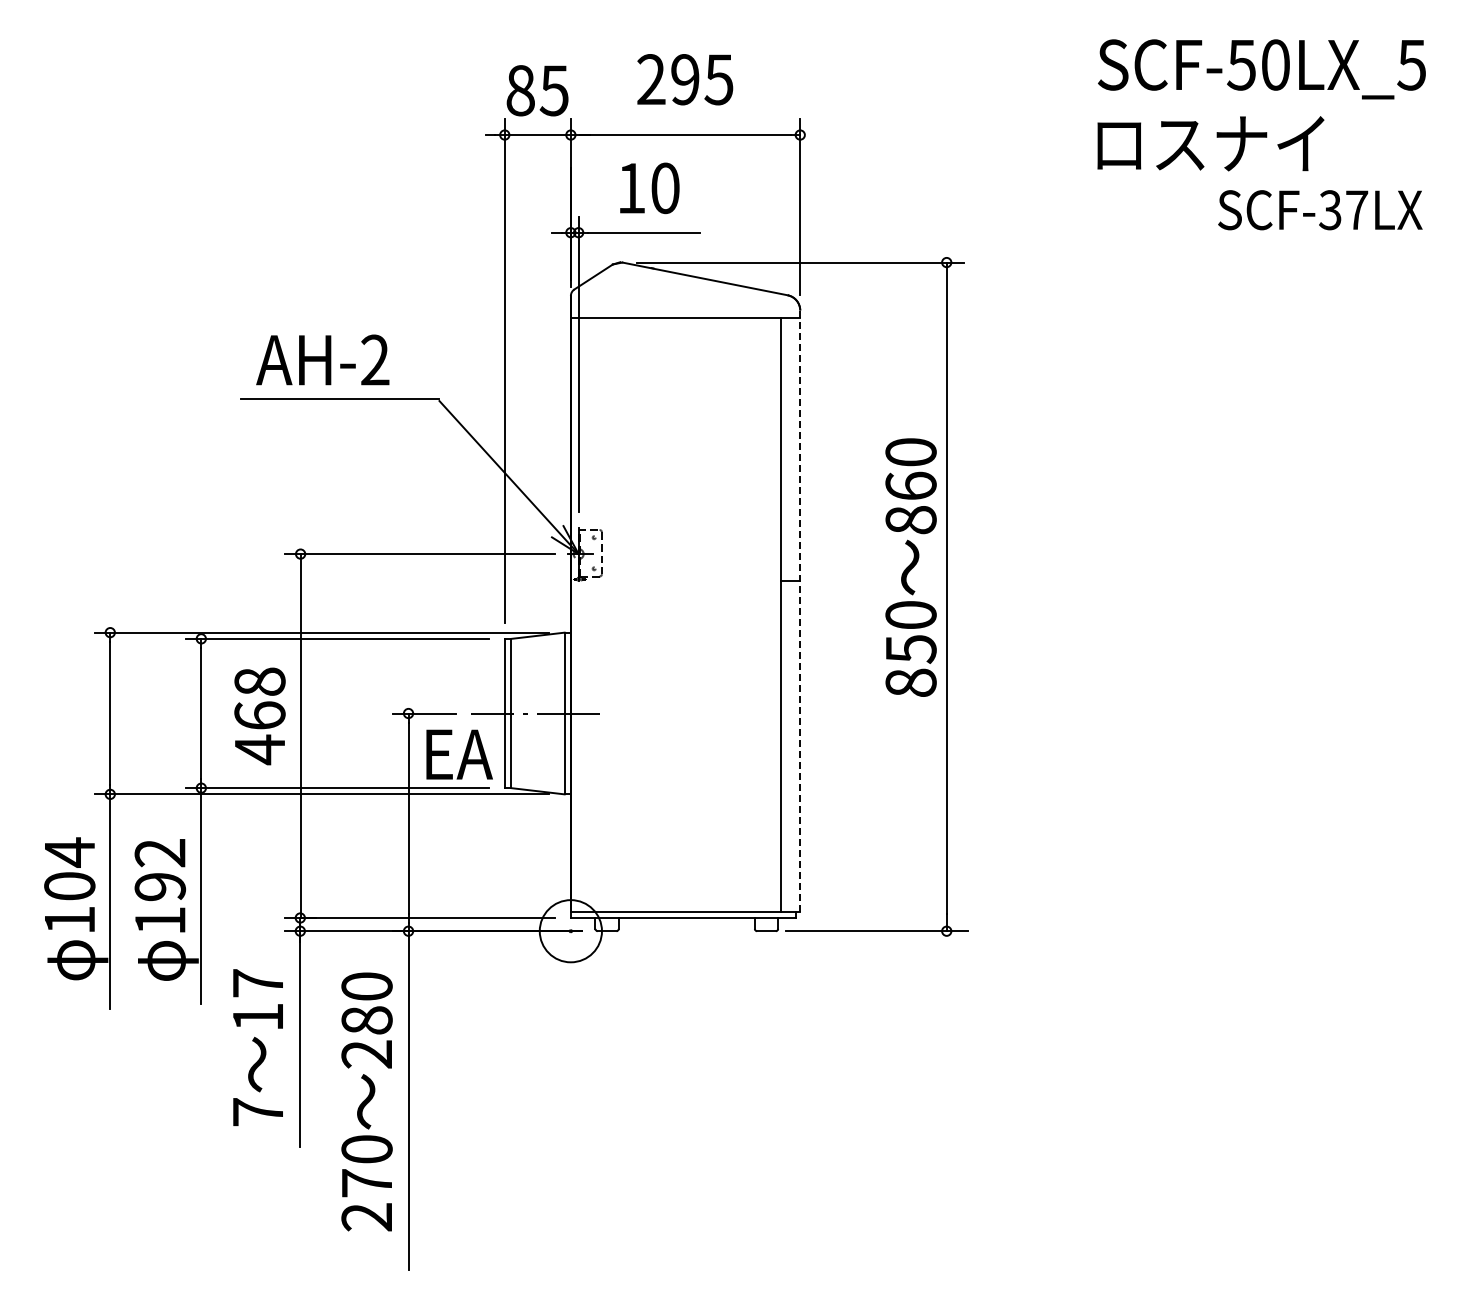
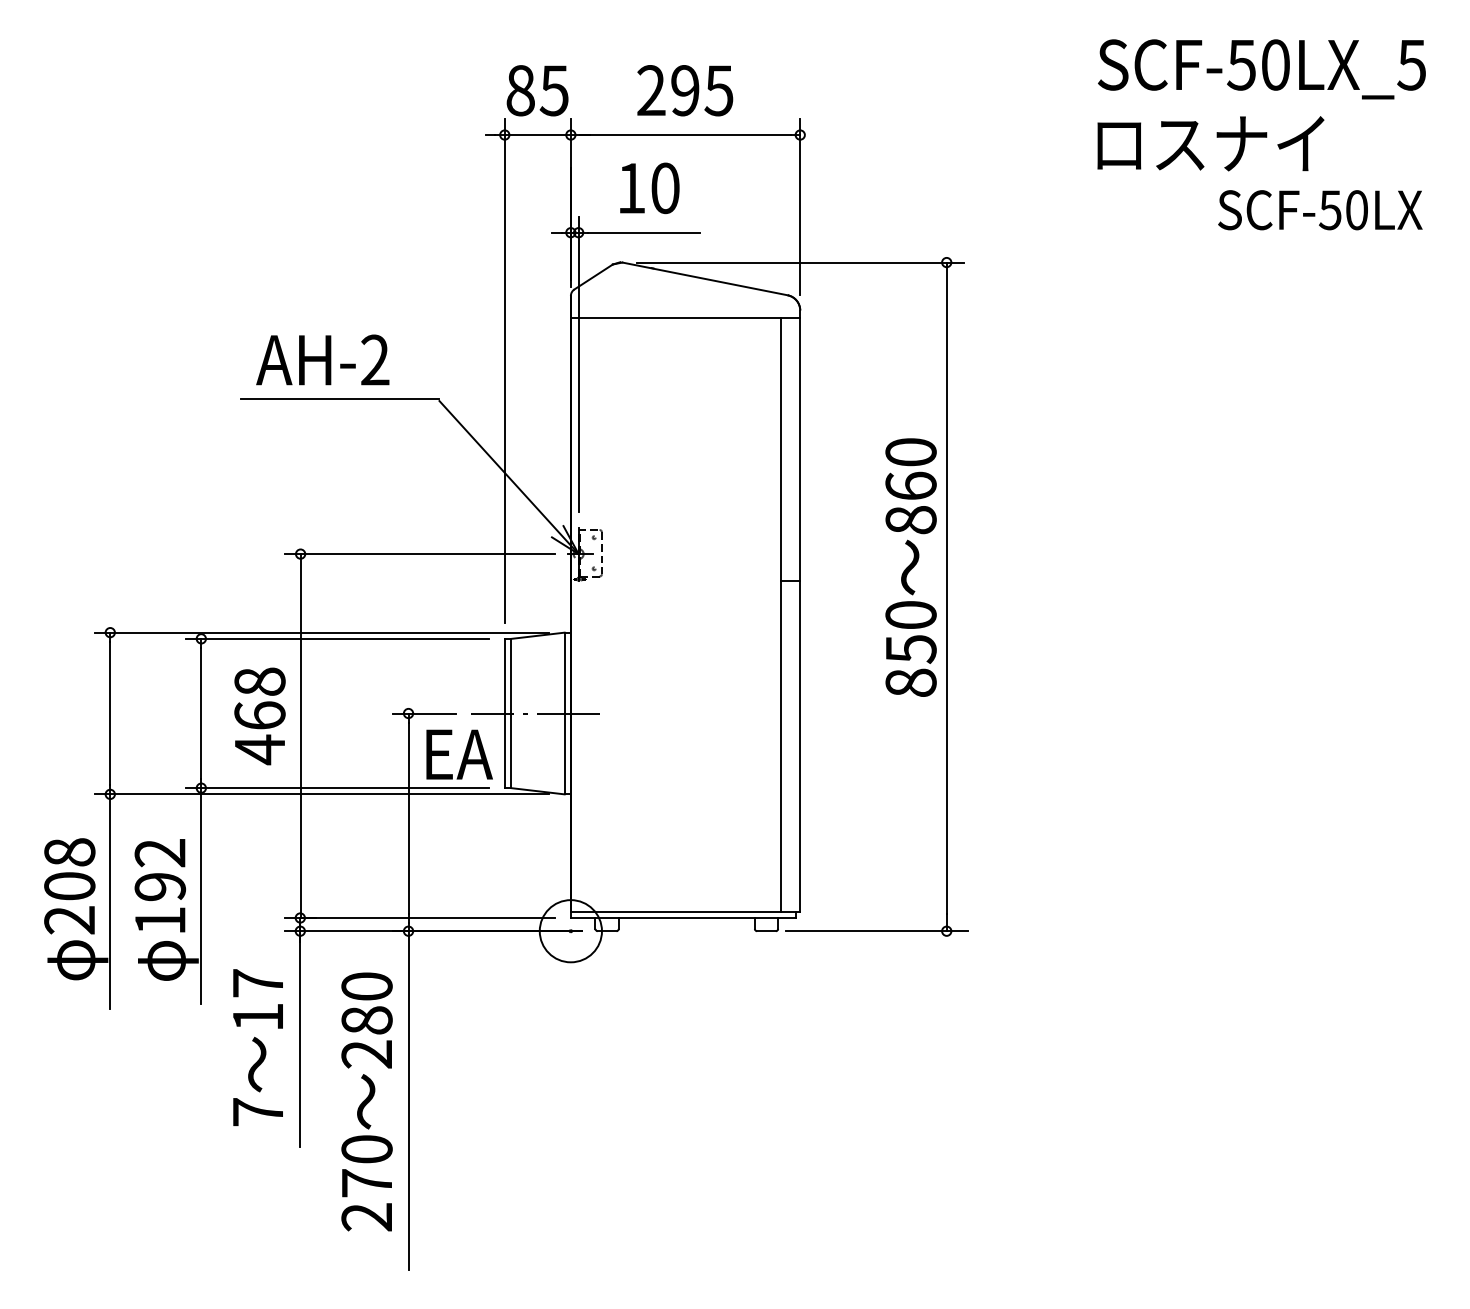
text at (685, 79) position: (685, 79) -> (685, 90)
text at (1343, 210): SCF-37LX -> SCF-50LX
line at (800, 611): dashed -> solid
text at (69, 885): 104 -> 208
